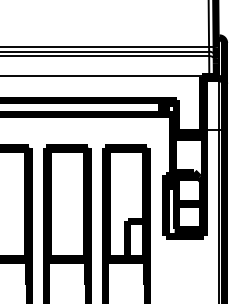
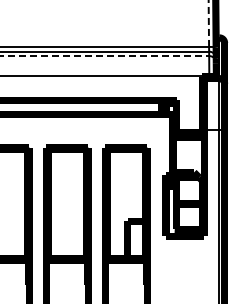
line at (208, 23): solid -> dashed
line at (105, 56): solid -> dashed
